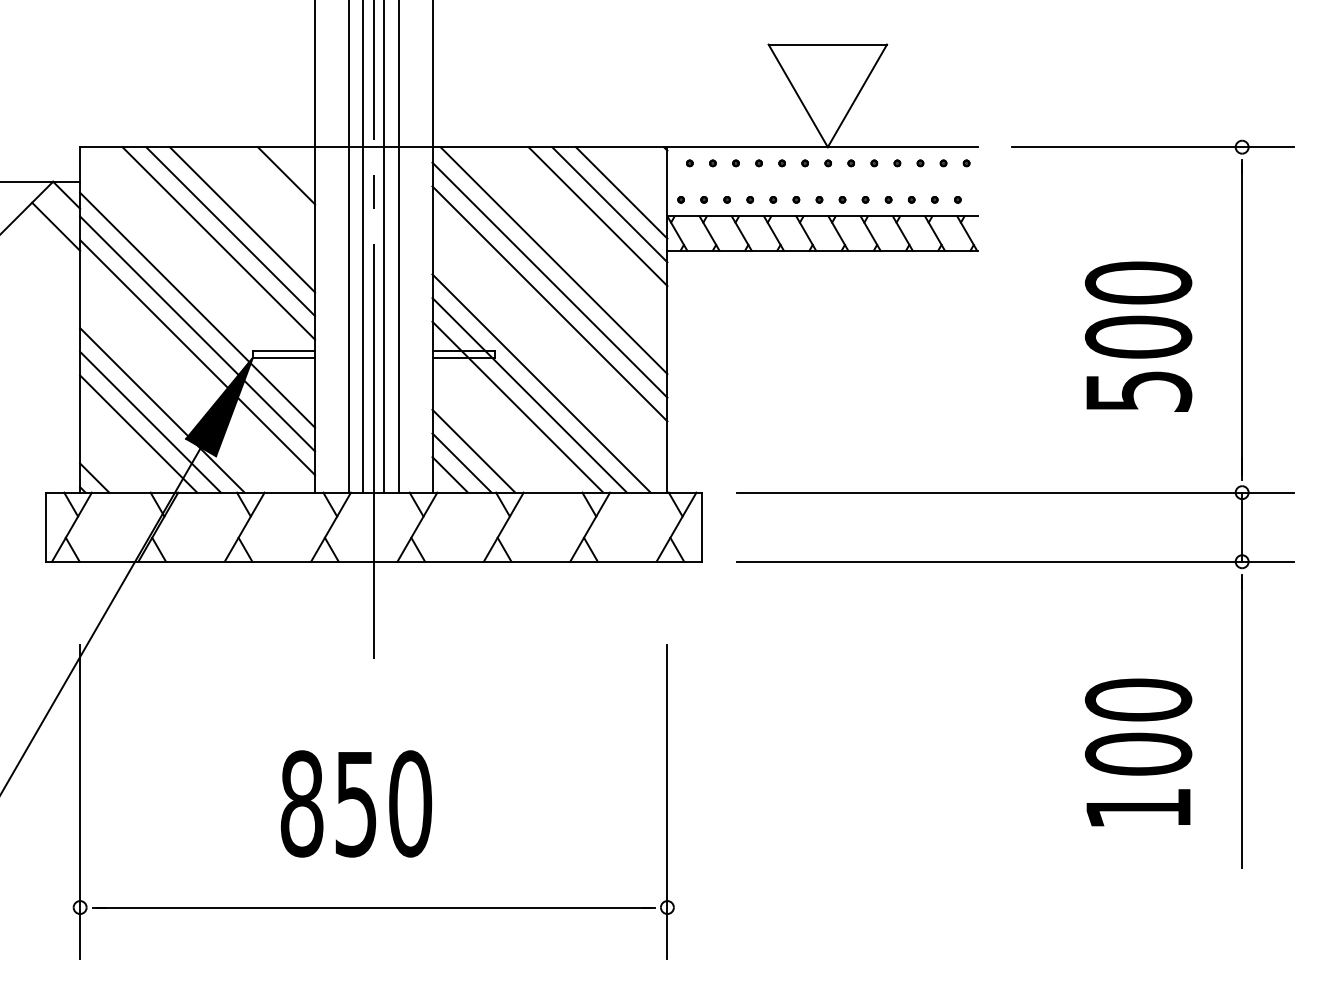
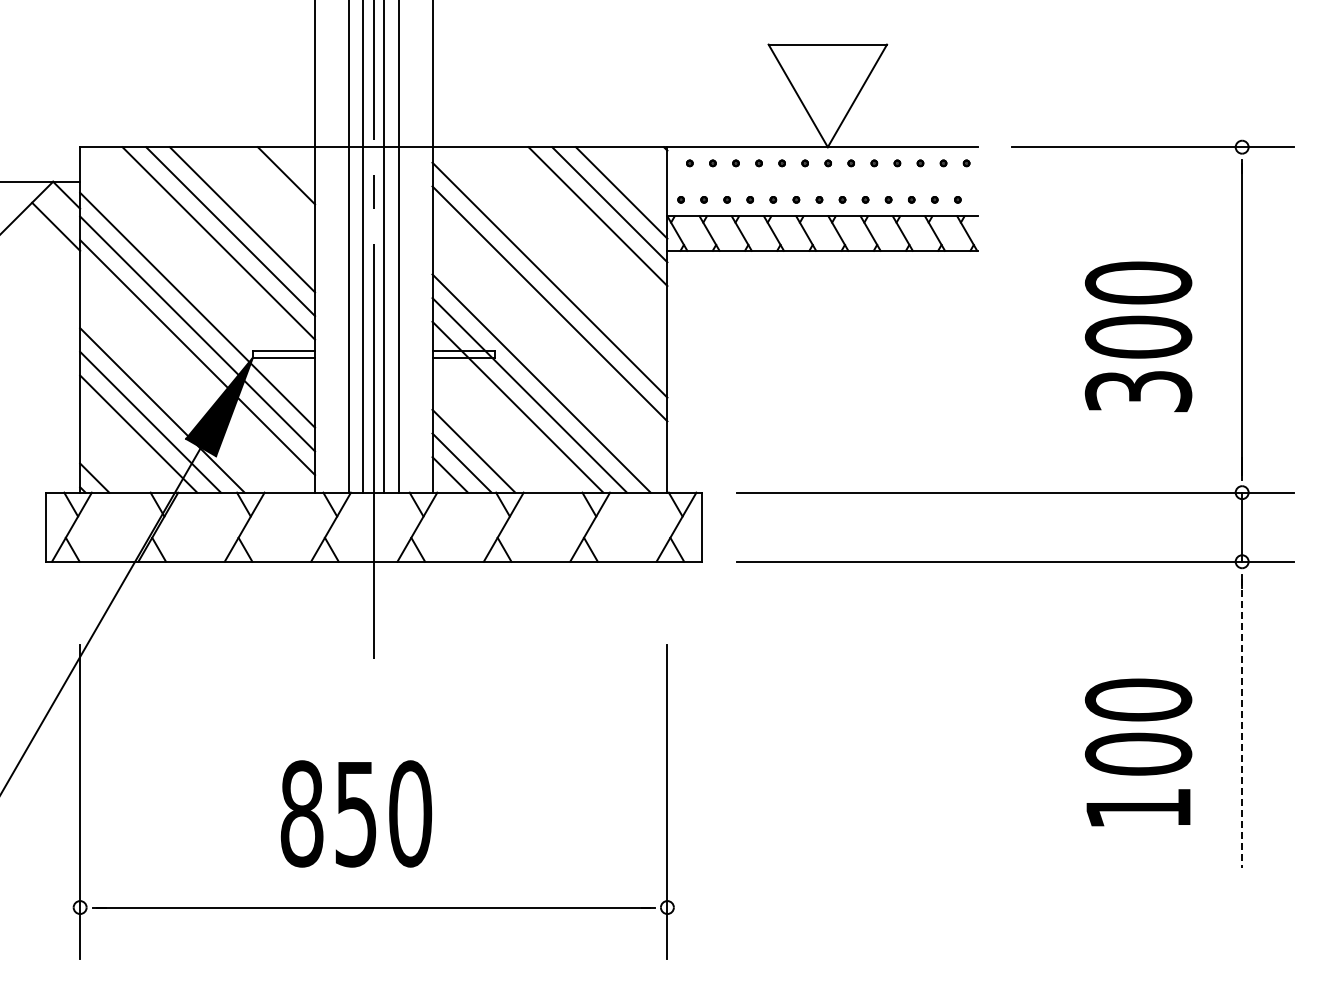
line at (553, 260): present -> none
text at (1137, 391): 500 -> 300
line at (1242, 723): solid -> dashed
text at (355, 803) position: (355, 803) -> (355, 813)
